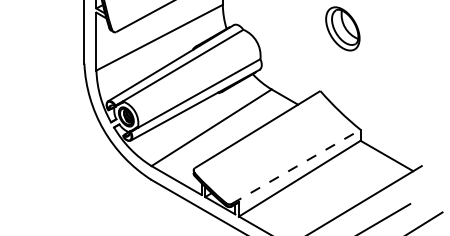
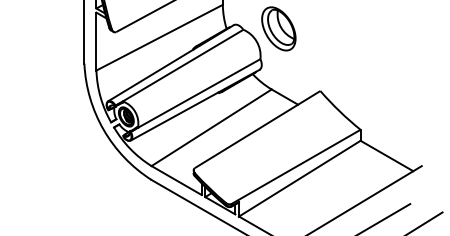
part at (342, 28) position: (342, 28) -> (278, 28)
line at (295, 166): dashed -> solid
